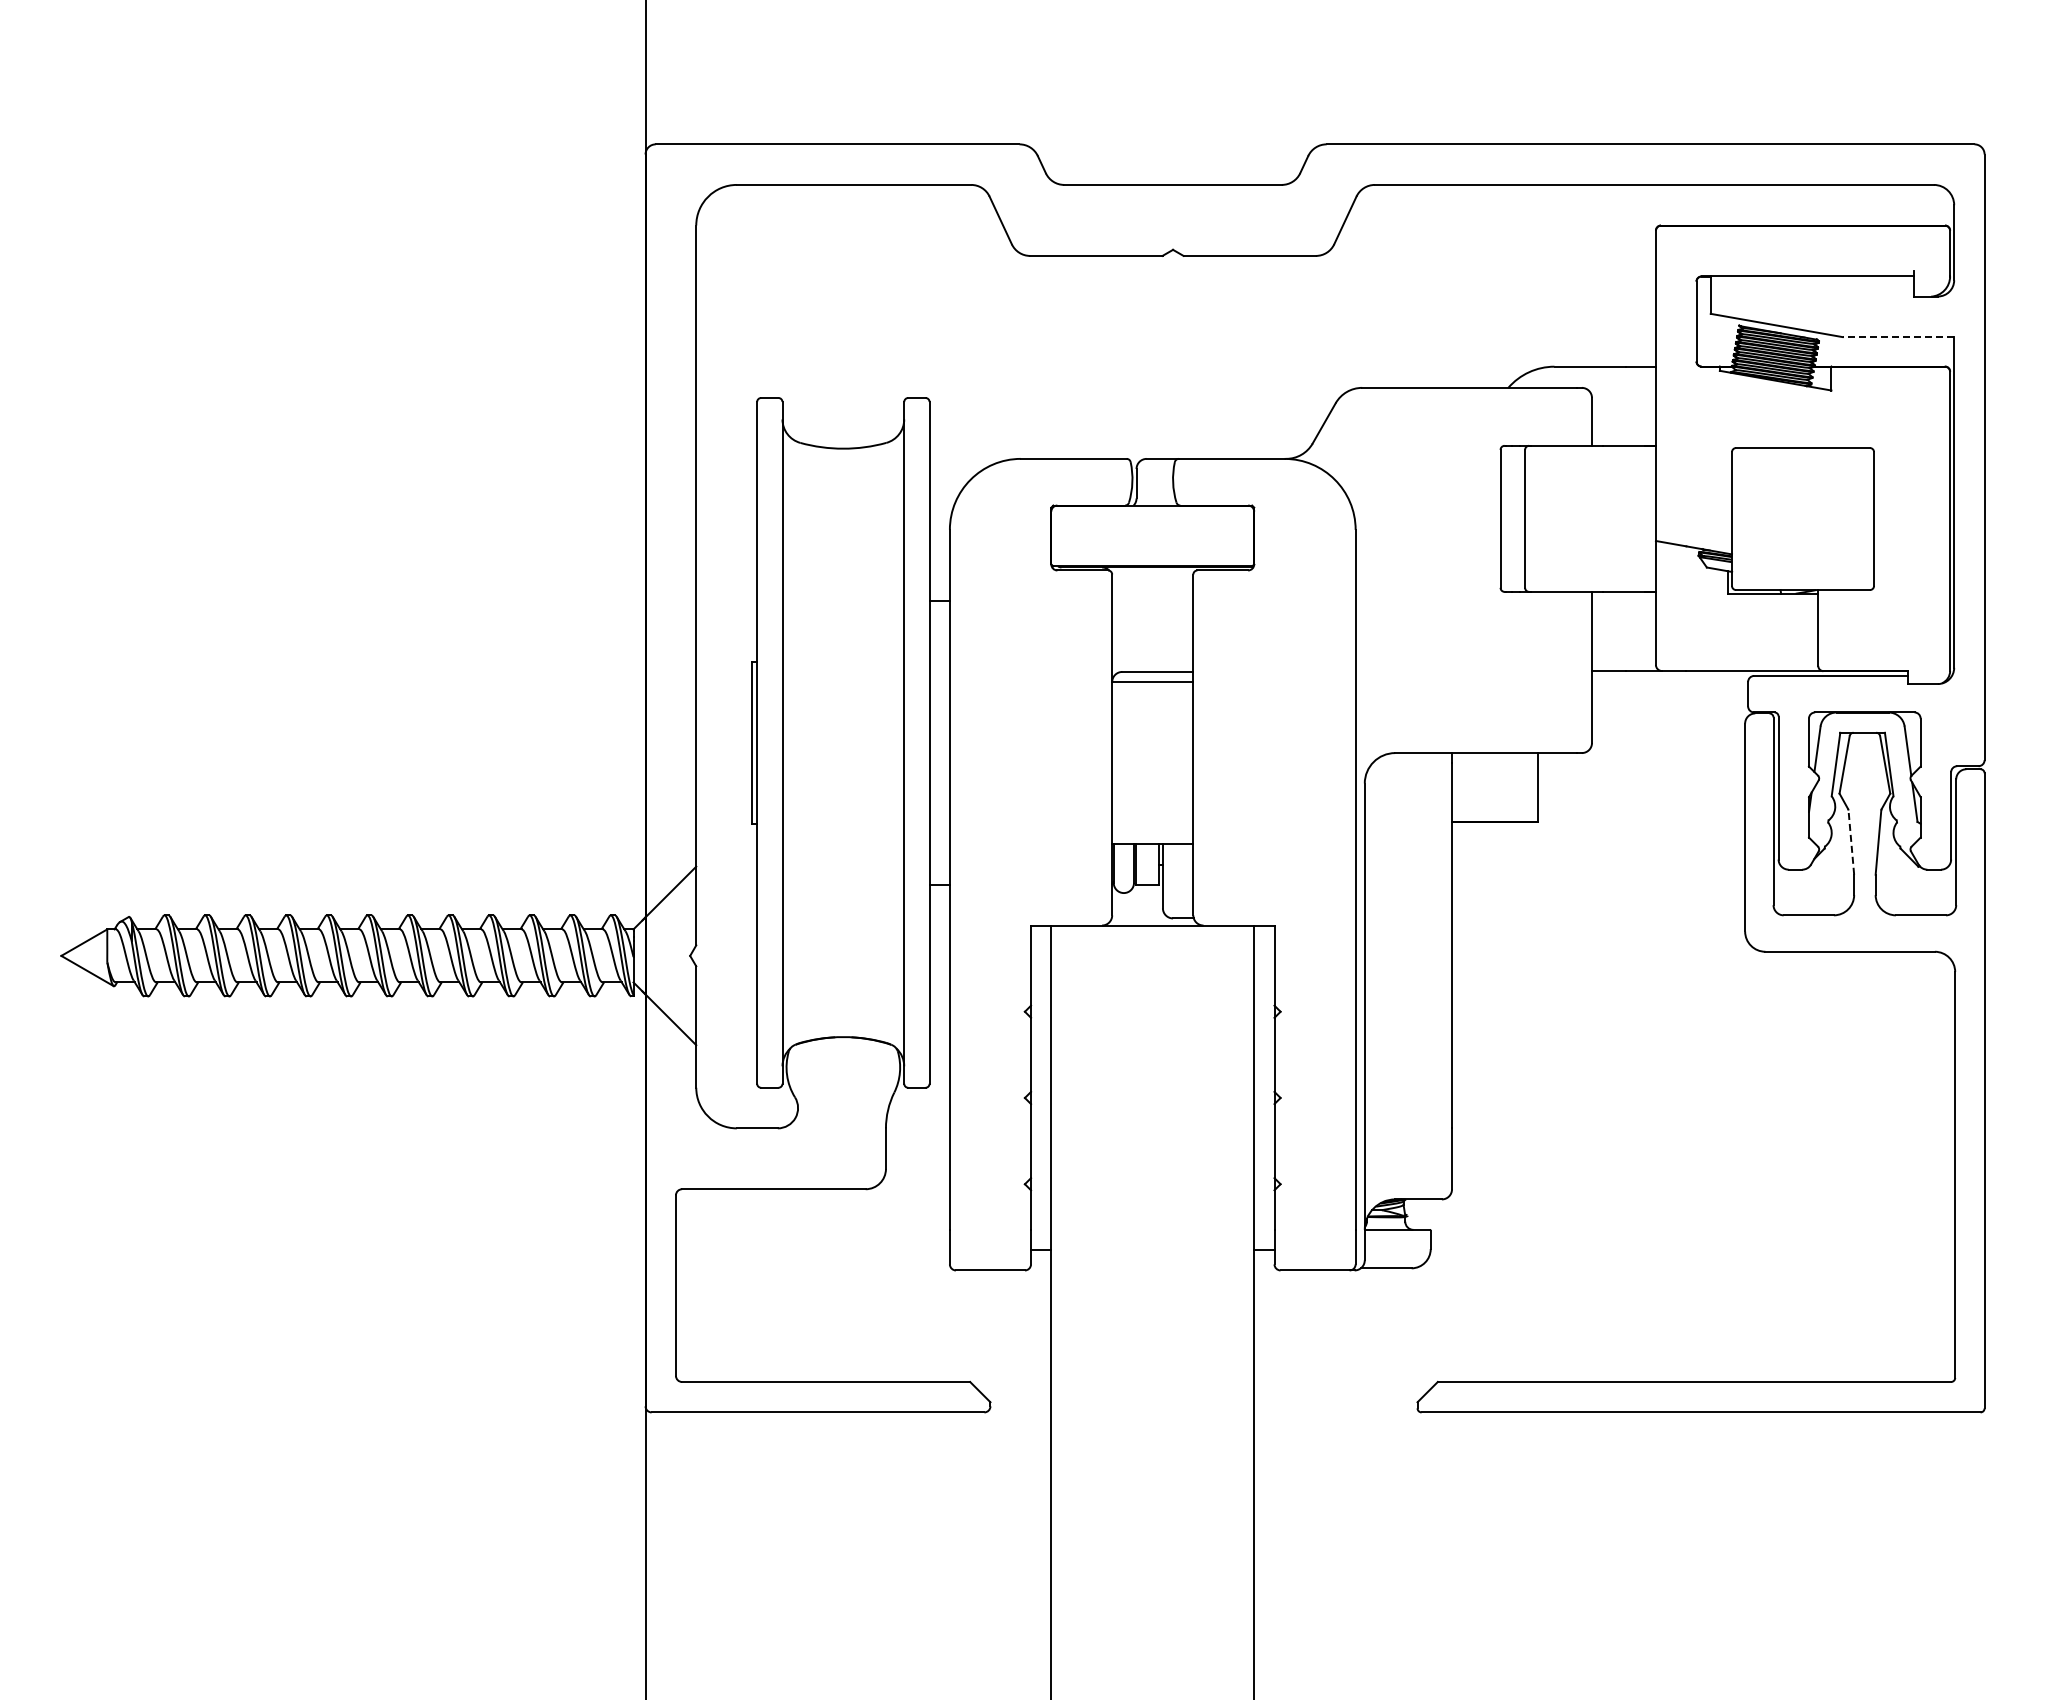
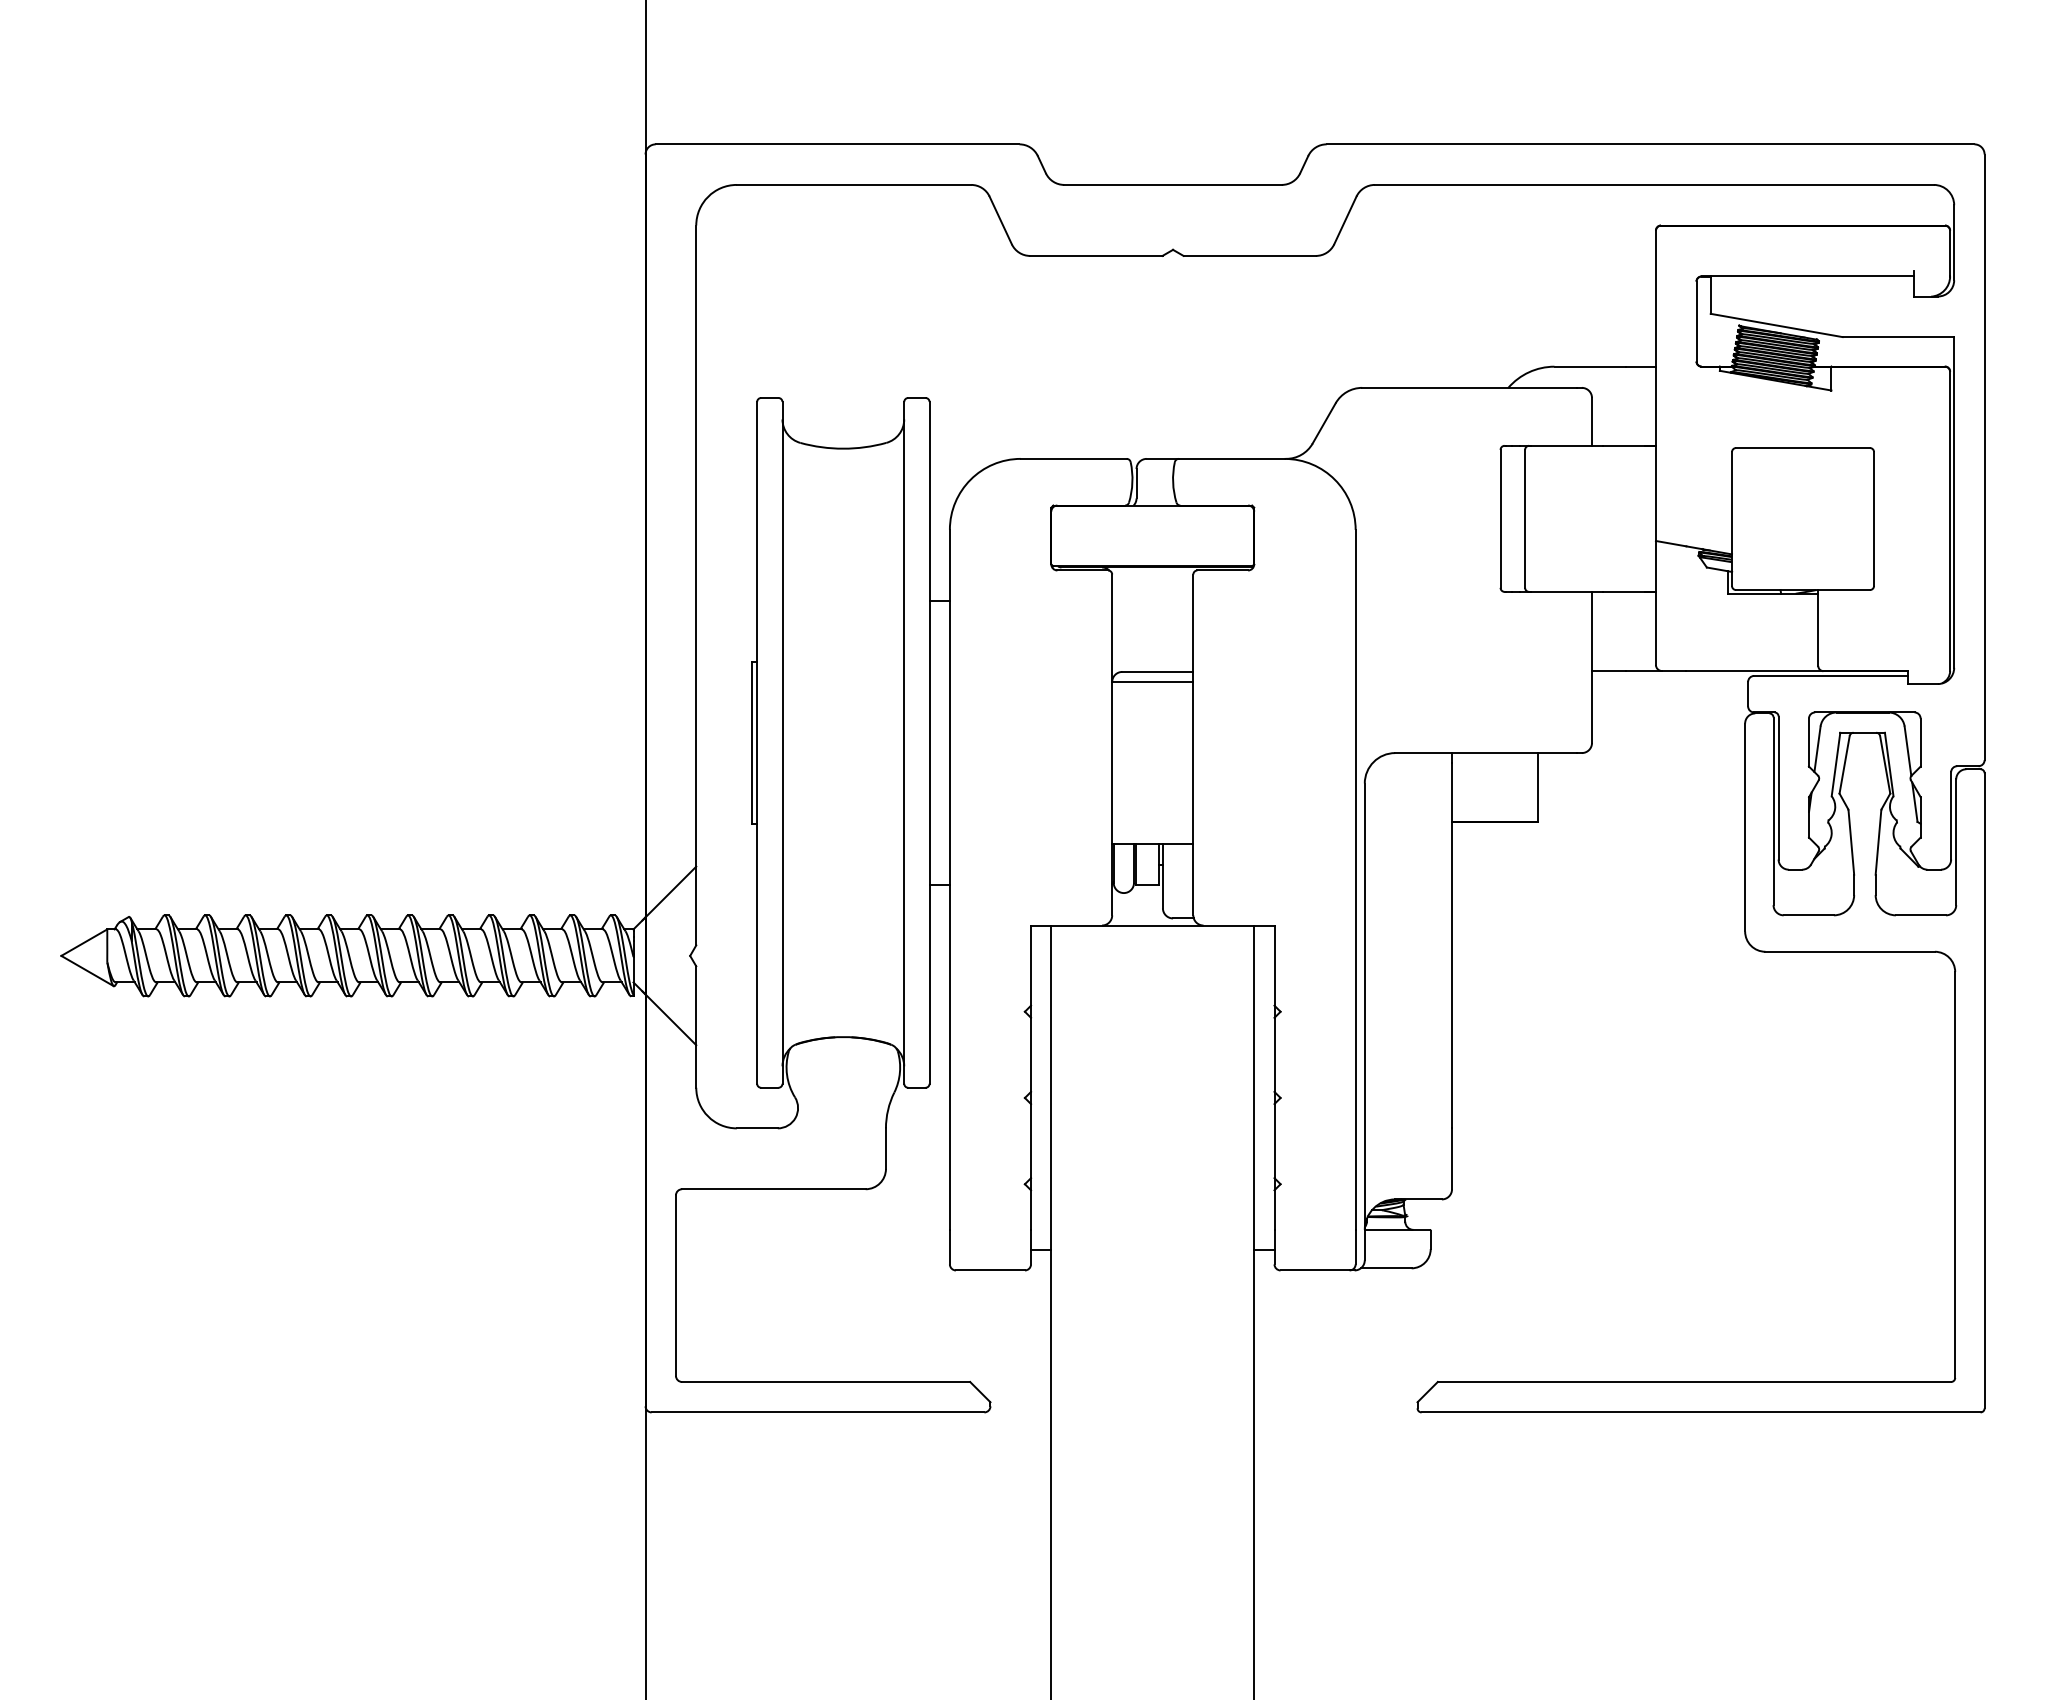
line at (1898, 337): dashed -> solid
line at (1851, 842): dashed -> solid
